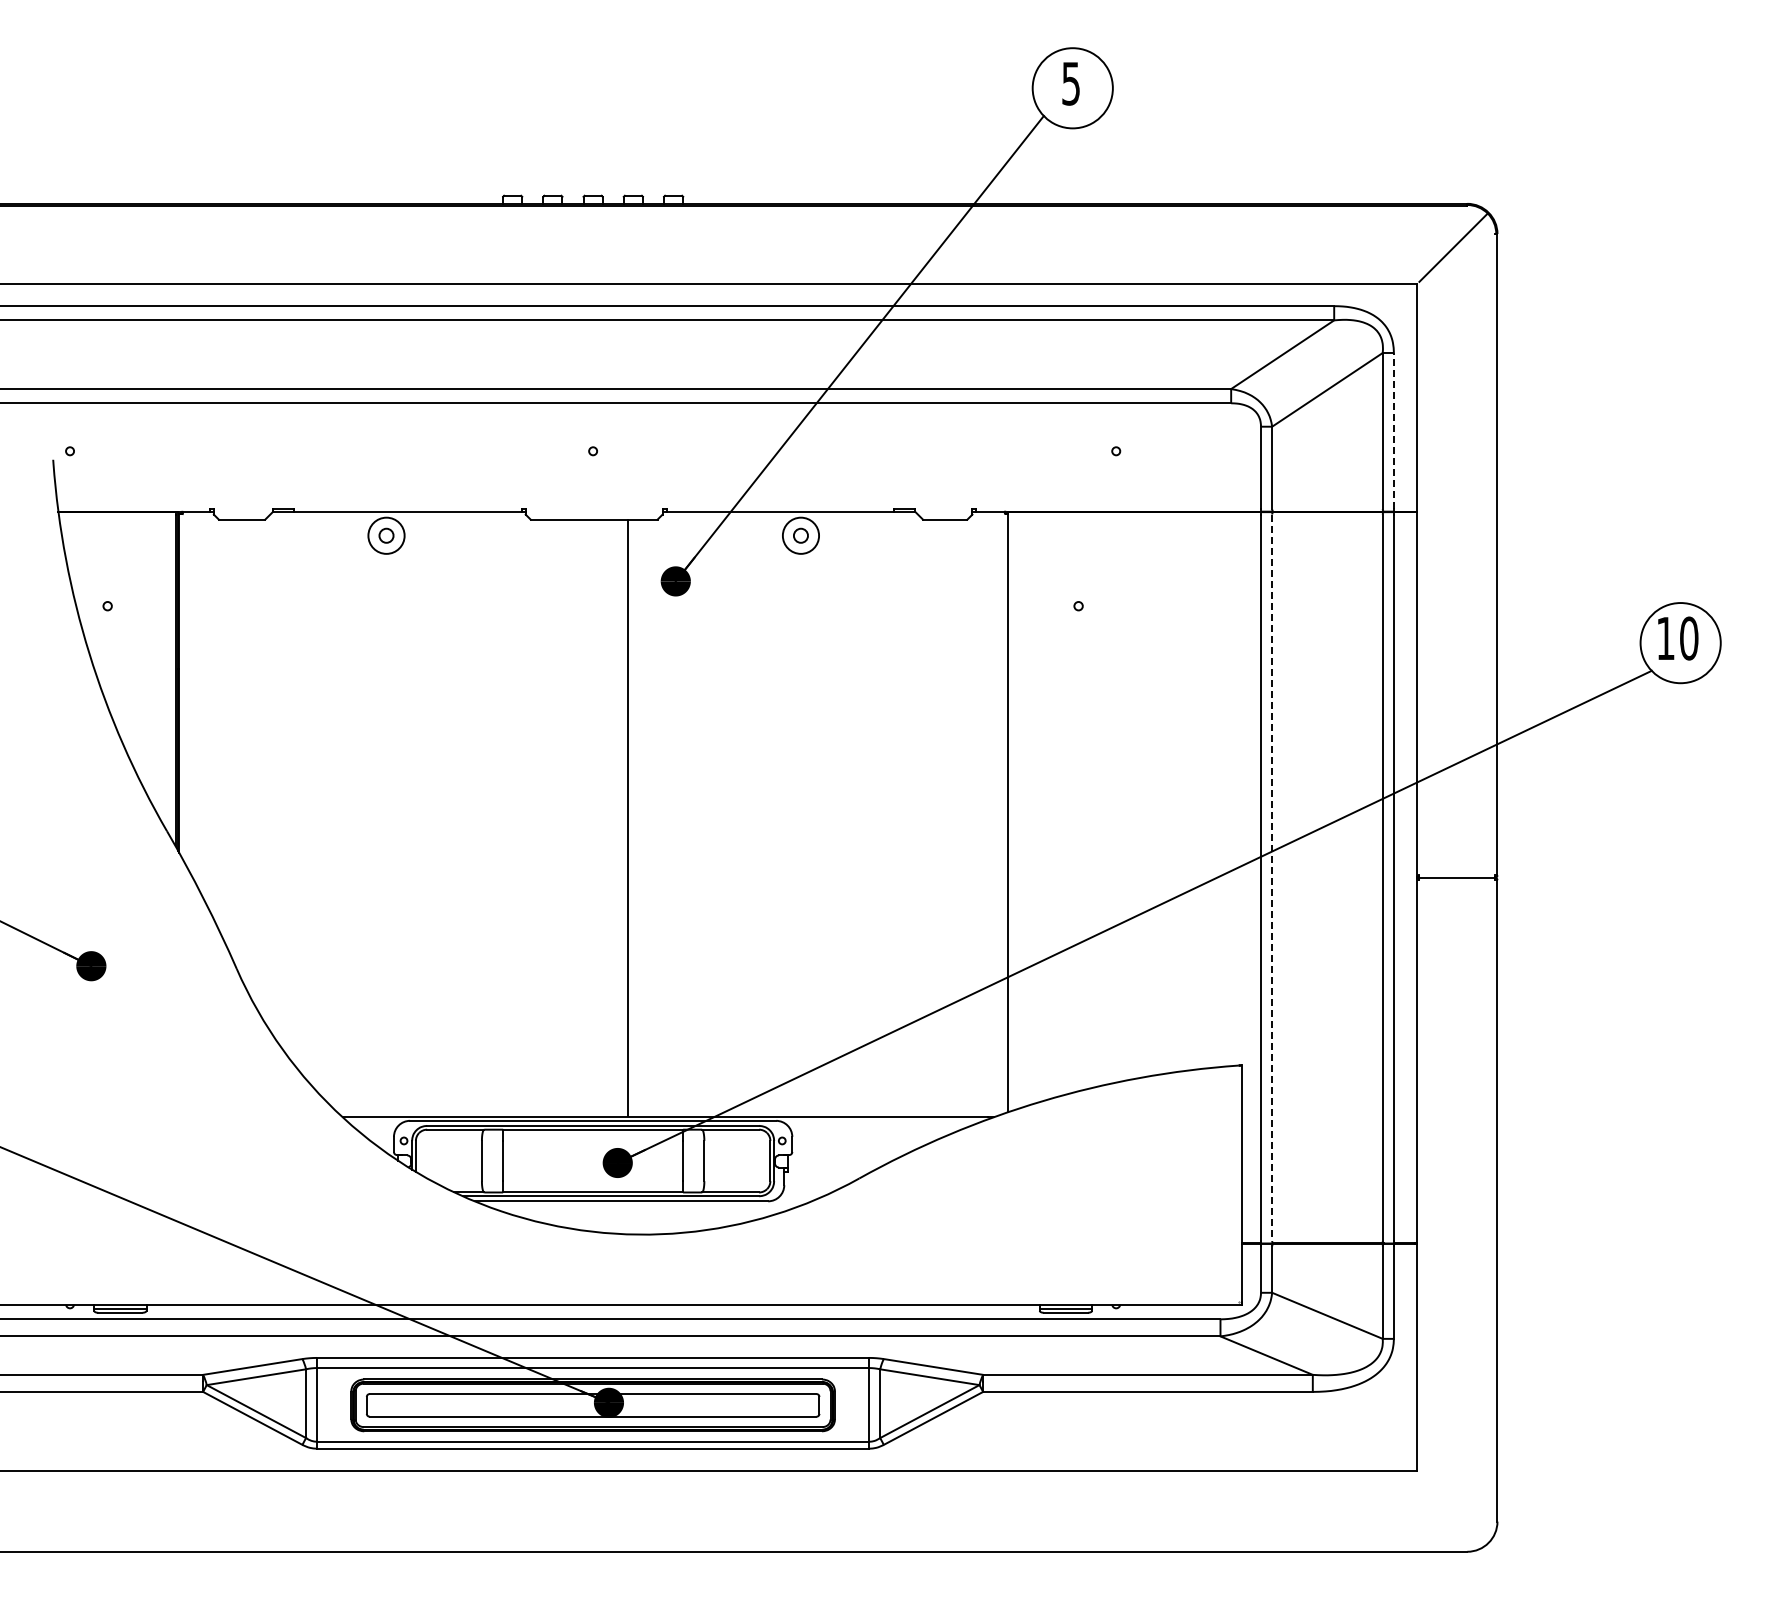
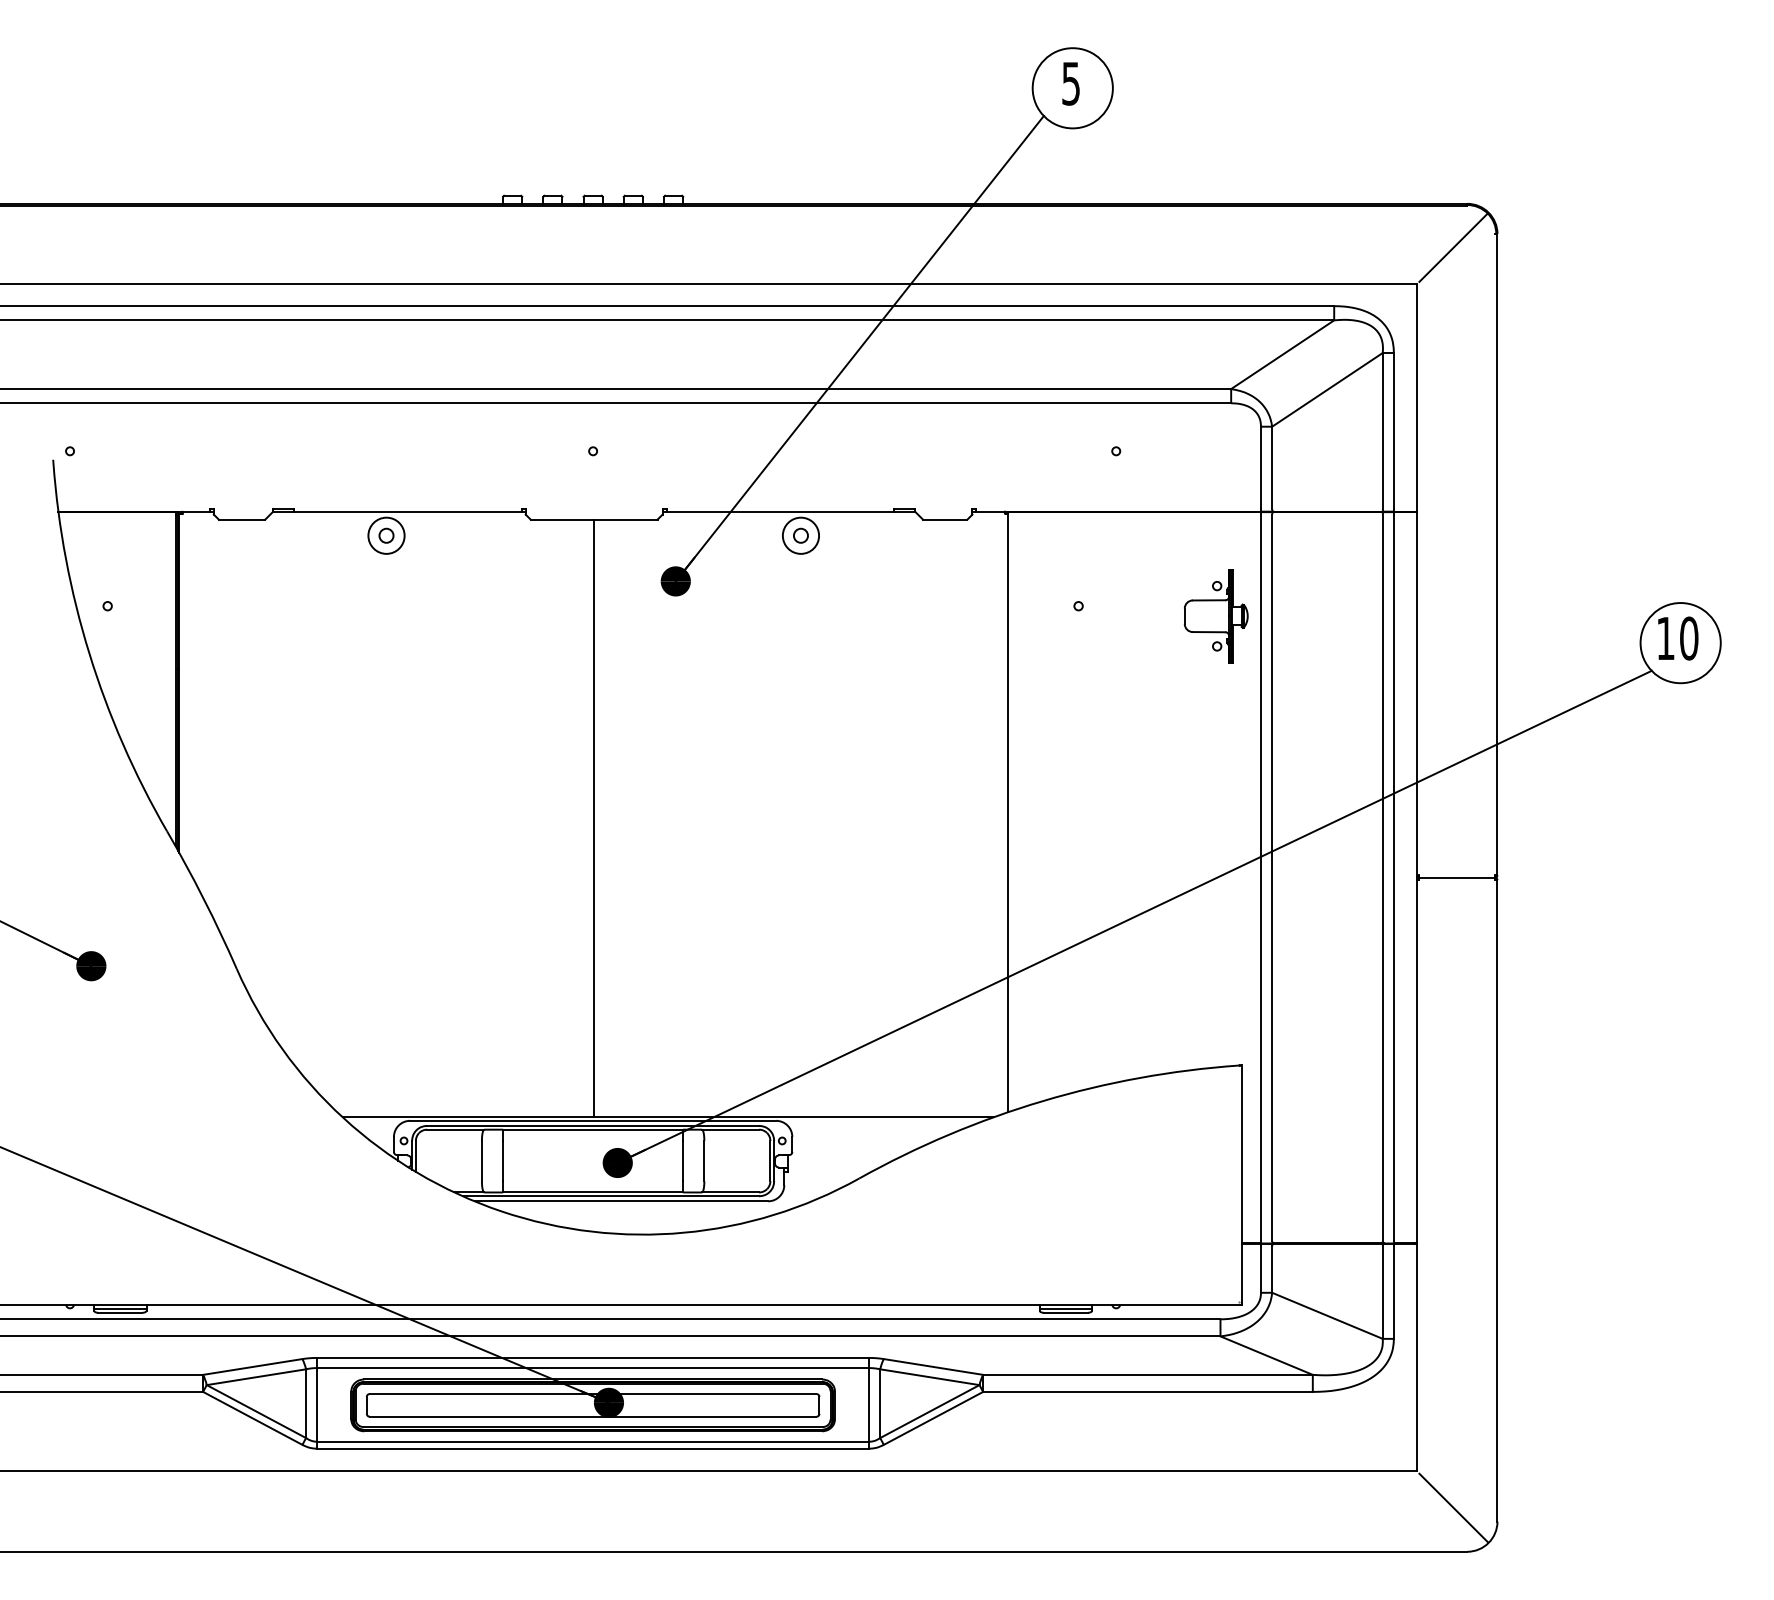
line at (1393, 430): dashed -> solid
part at (1215, 616): none -> present
line at (627, 817) position: (627, 817) -> (593, 817)
line at (1272, 878): dashed -> solid
line at (1453, 1507): none -> present
